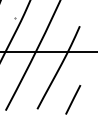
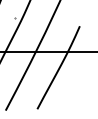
line at (73, 99): present -> none
